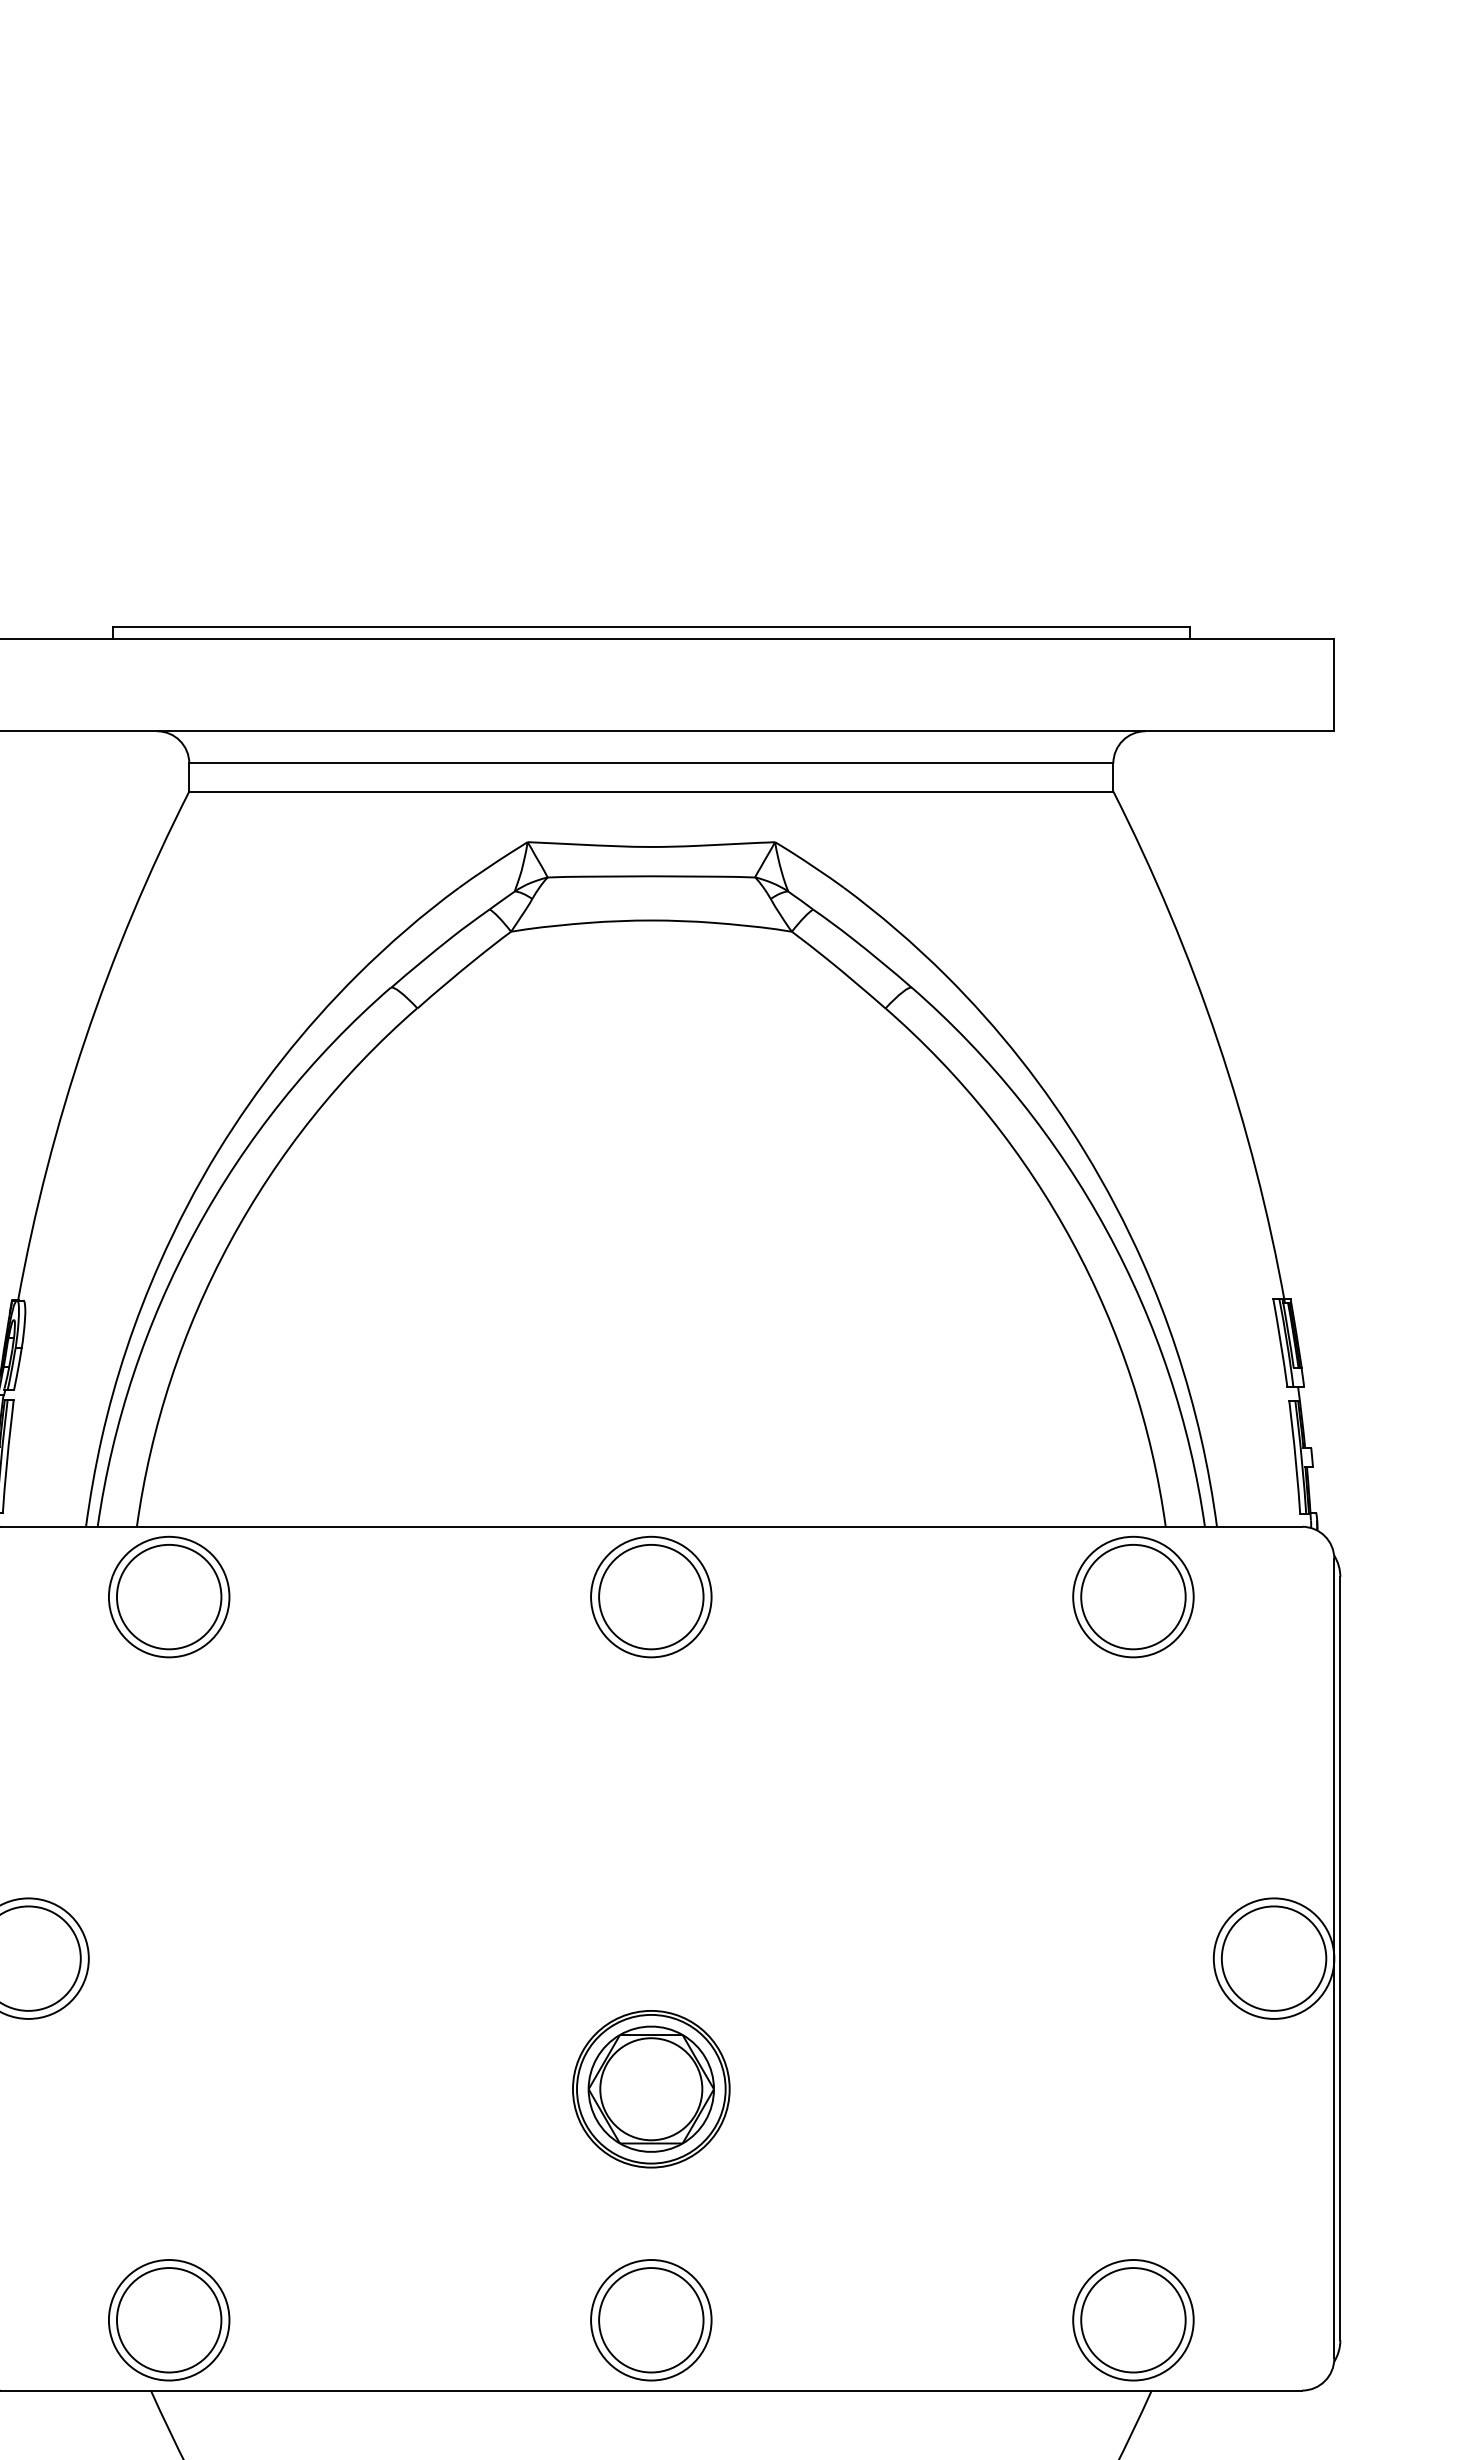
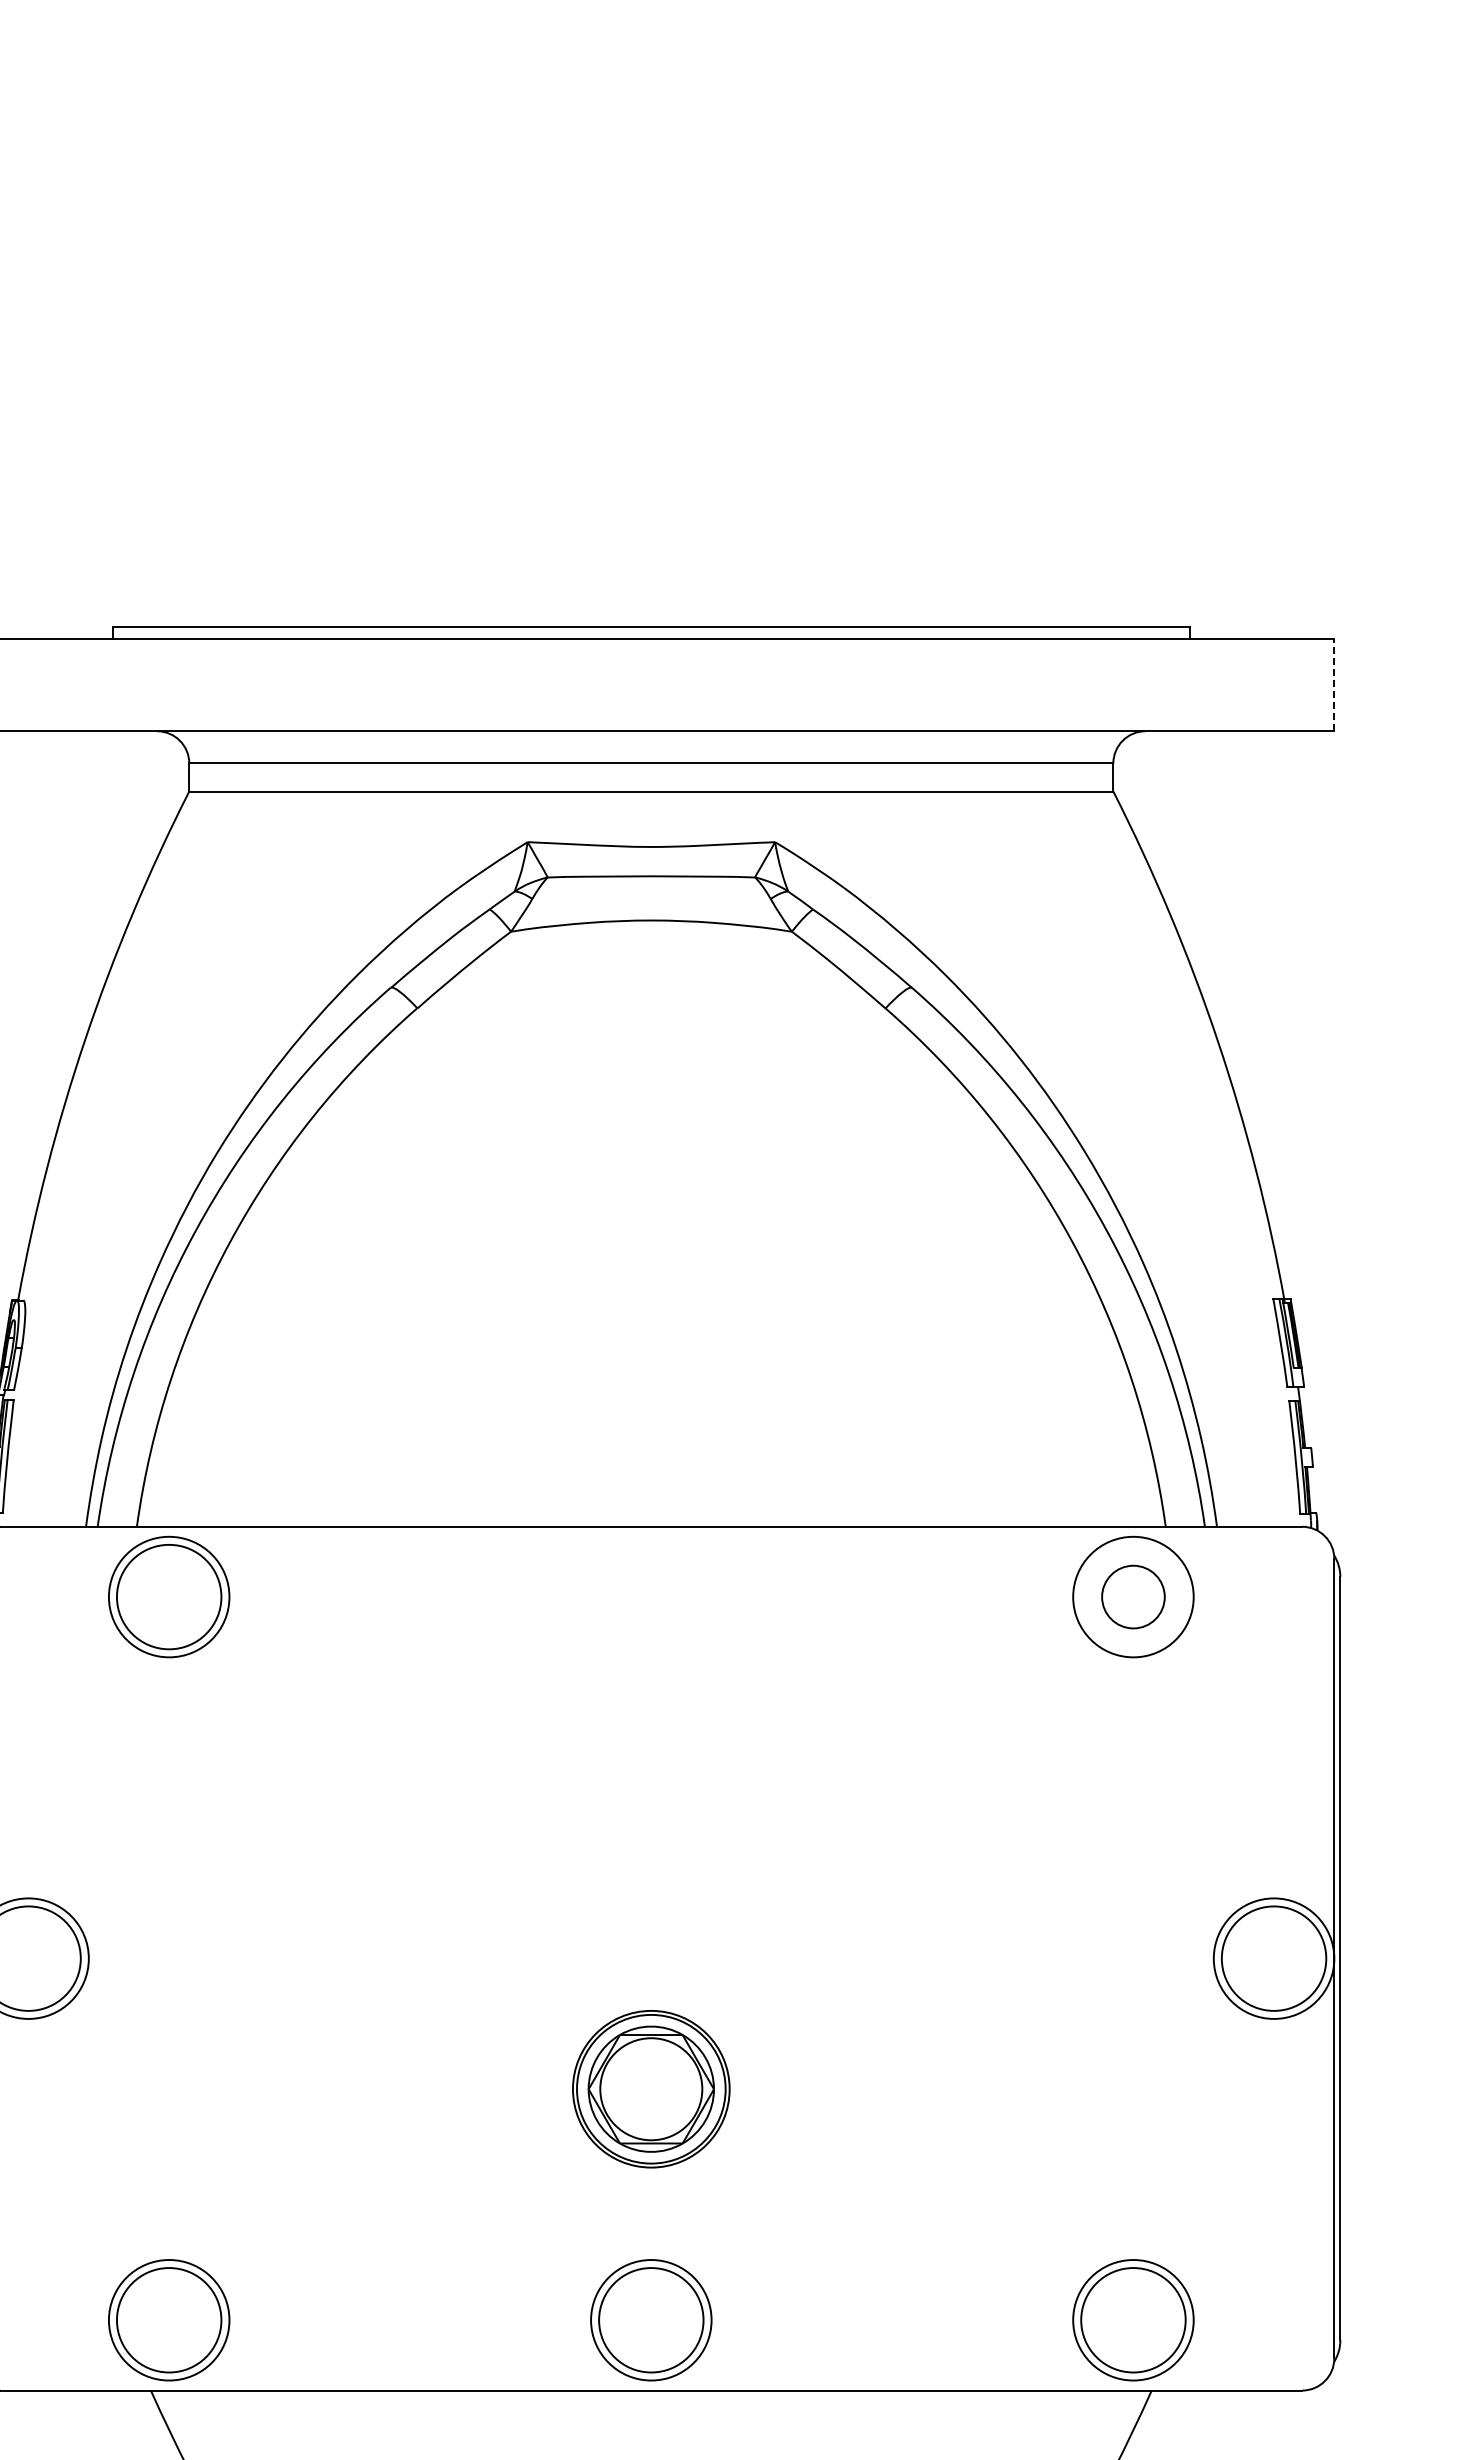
line at (1334, 684): solid -> dashed
part at (651, 1596): present -> none
circle at (1133, 1596) diameter: 104 px -> 63 px
